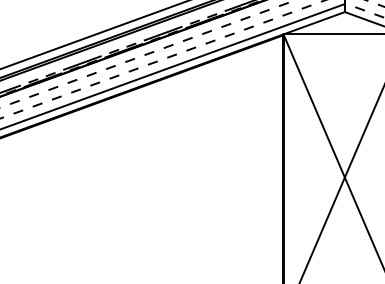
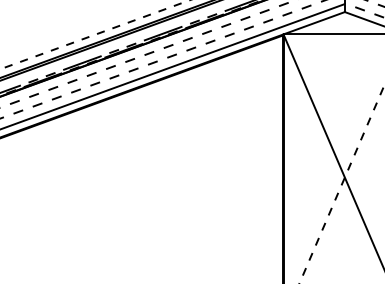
line at (95, 34): solid -> dashed
line at (342, 183): solid -> dashed
